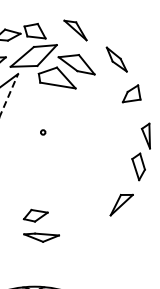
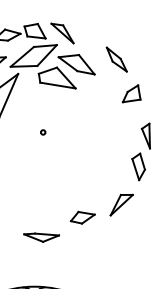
part at (75, 30) position: (75, 30) -> (62, 33)
line at (9, 95): dashed -> solid
part at (35, 215) position: (35, 215) -> (82, 217)
